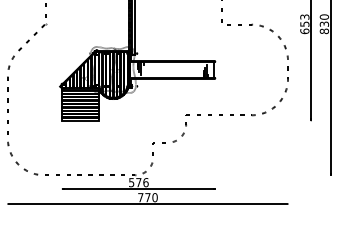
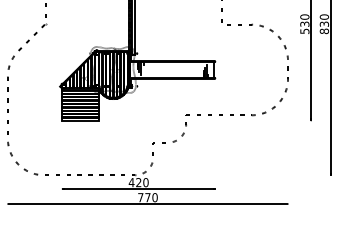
text at (304, 24): 653 -> 530
text at (138, 182): 576 -> 420
